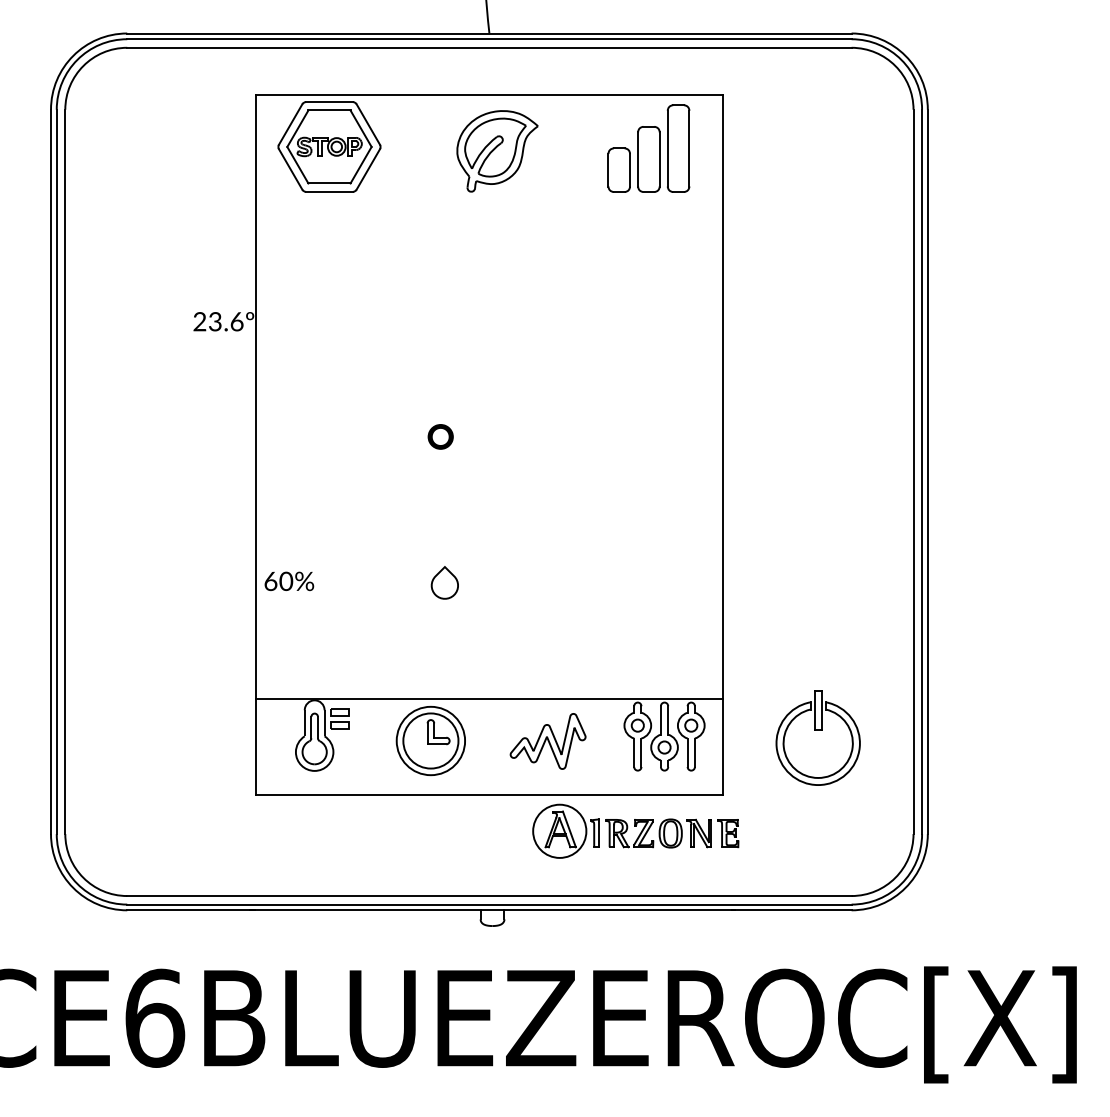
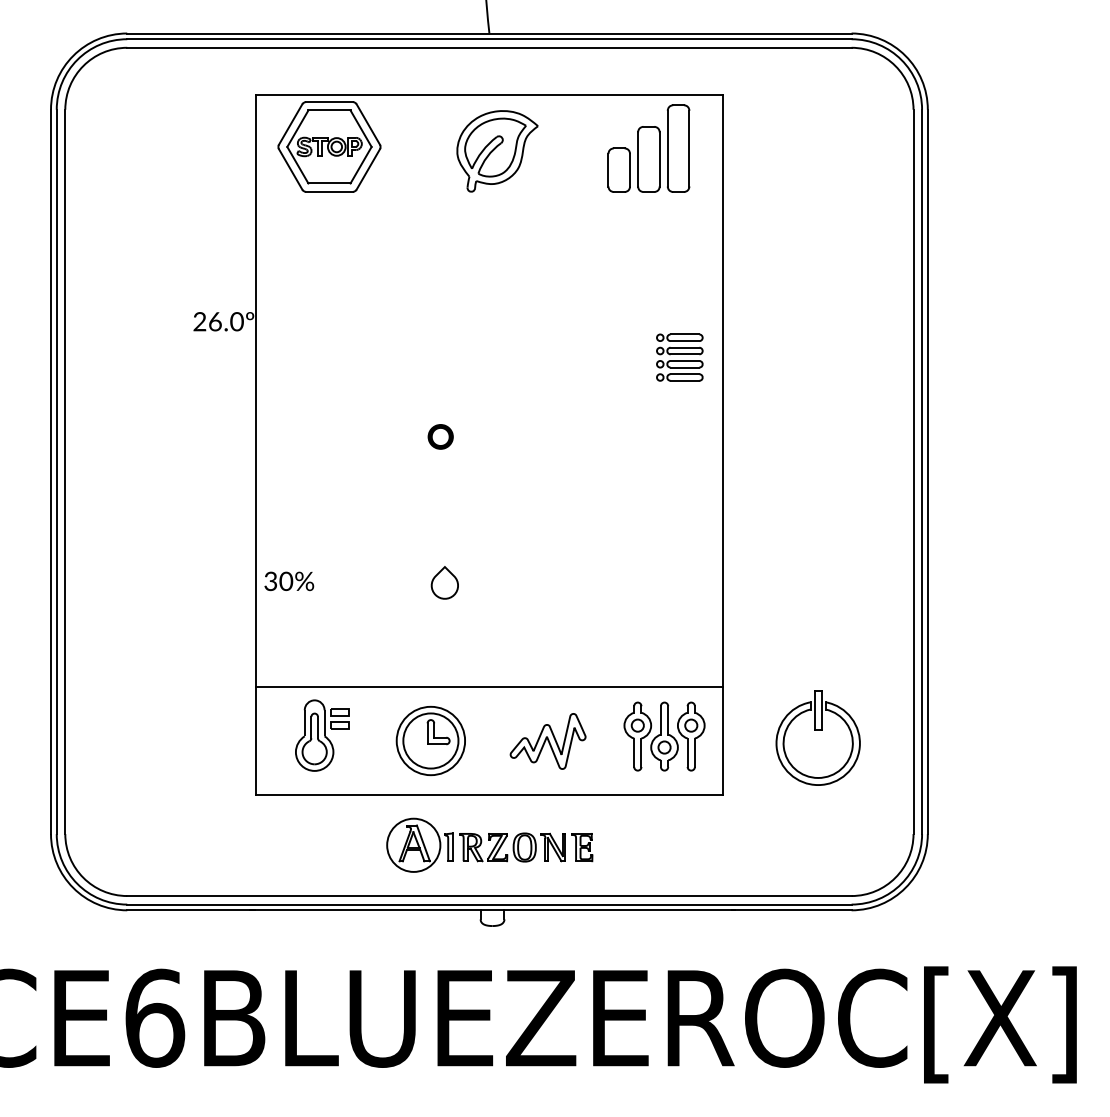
text at (226, 321): 23.6º -> 26.0º
part at (679, 357): none -> present
text at (270, 580): 60% -> 30%
line at (488, 699) position: (488, 699) -> (488, 687)
part at (635, 830) position: (635, 830) -> (489, 844)
